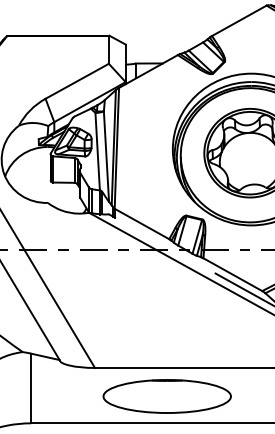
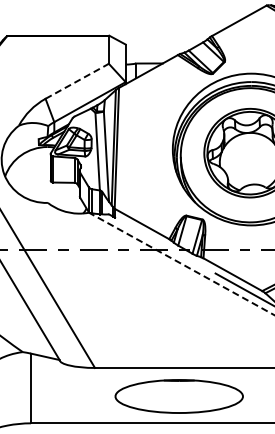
line at (77, 81): solid -> dashed
line at (181, 263): solid -> dashed
part at (166, 396) position: (166, 396) -> (178, 396)
